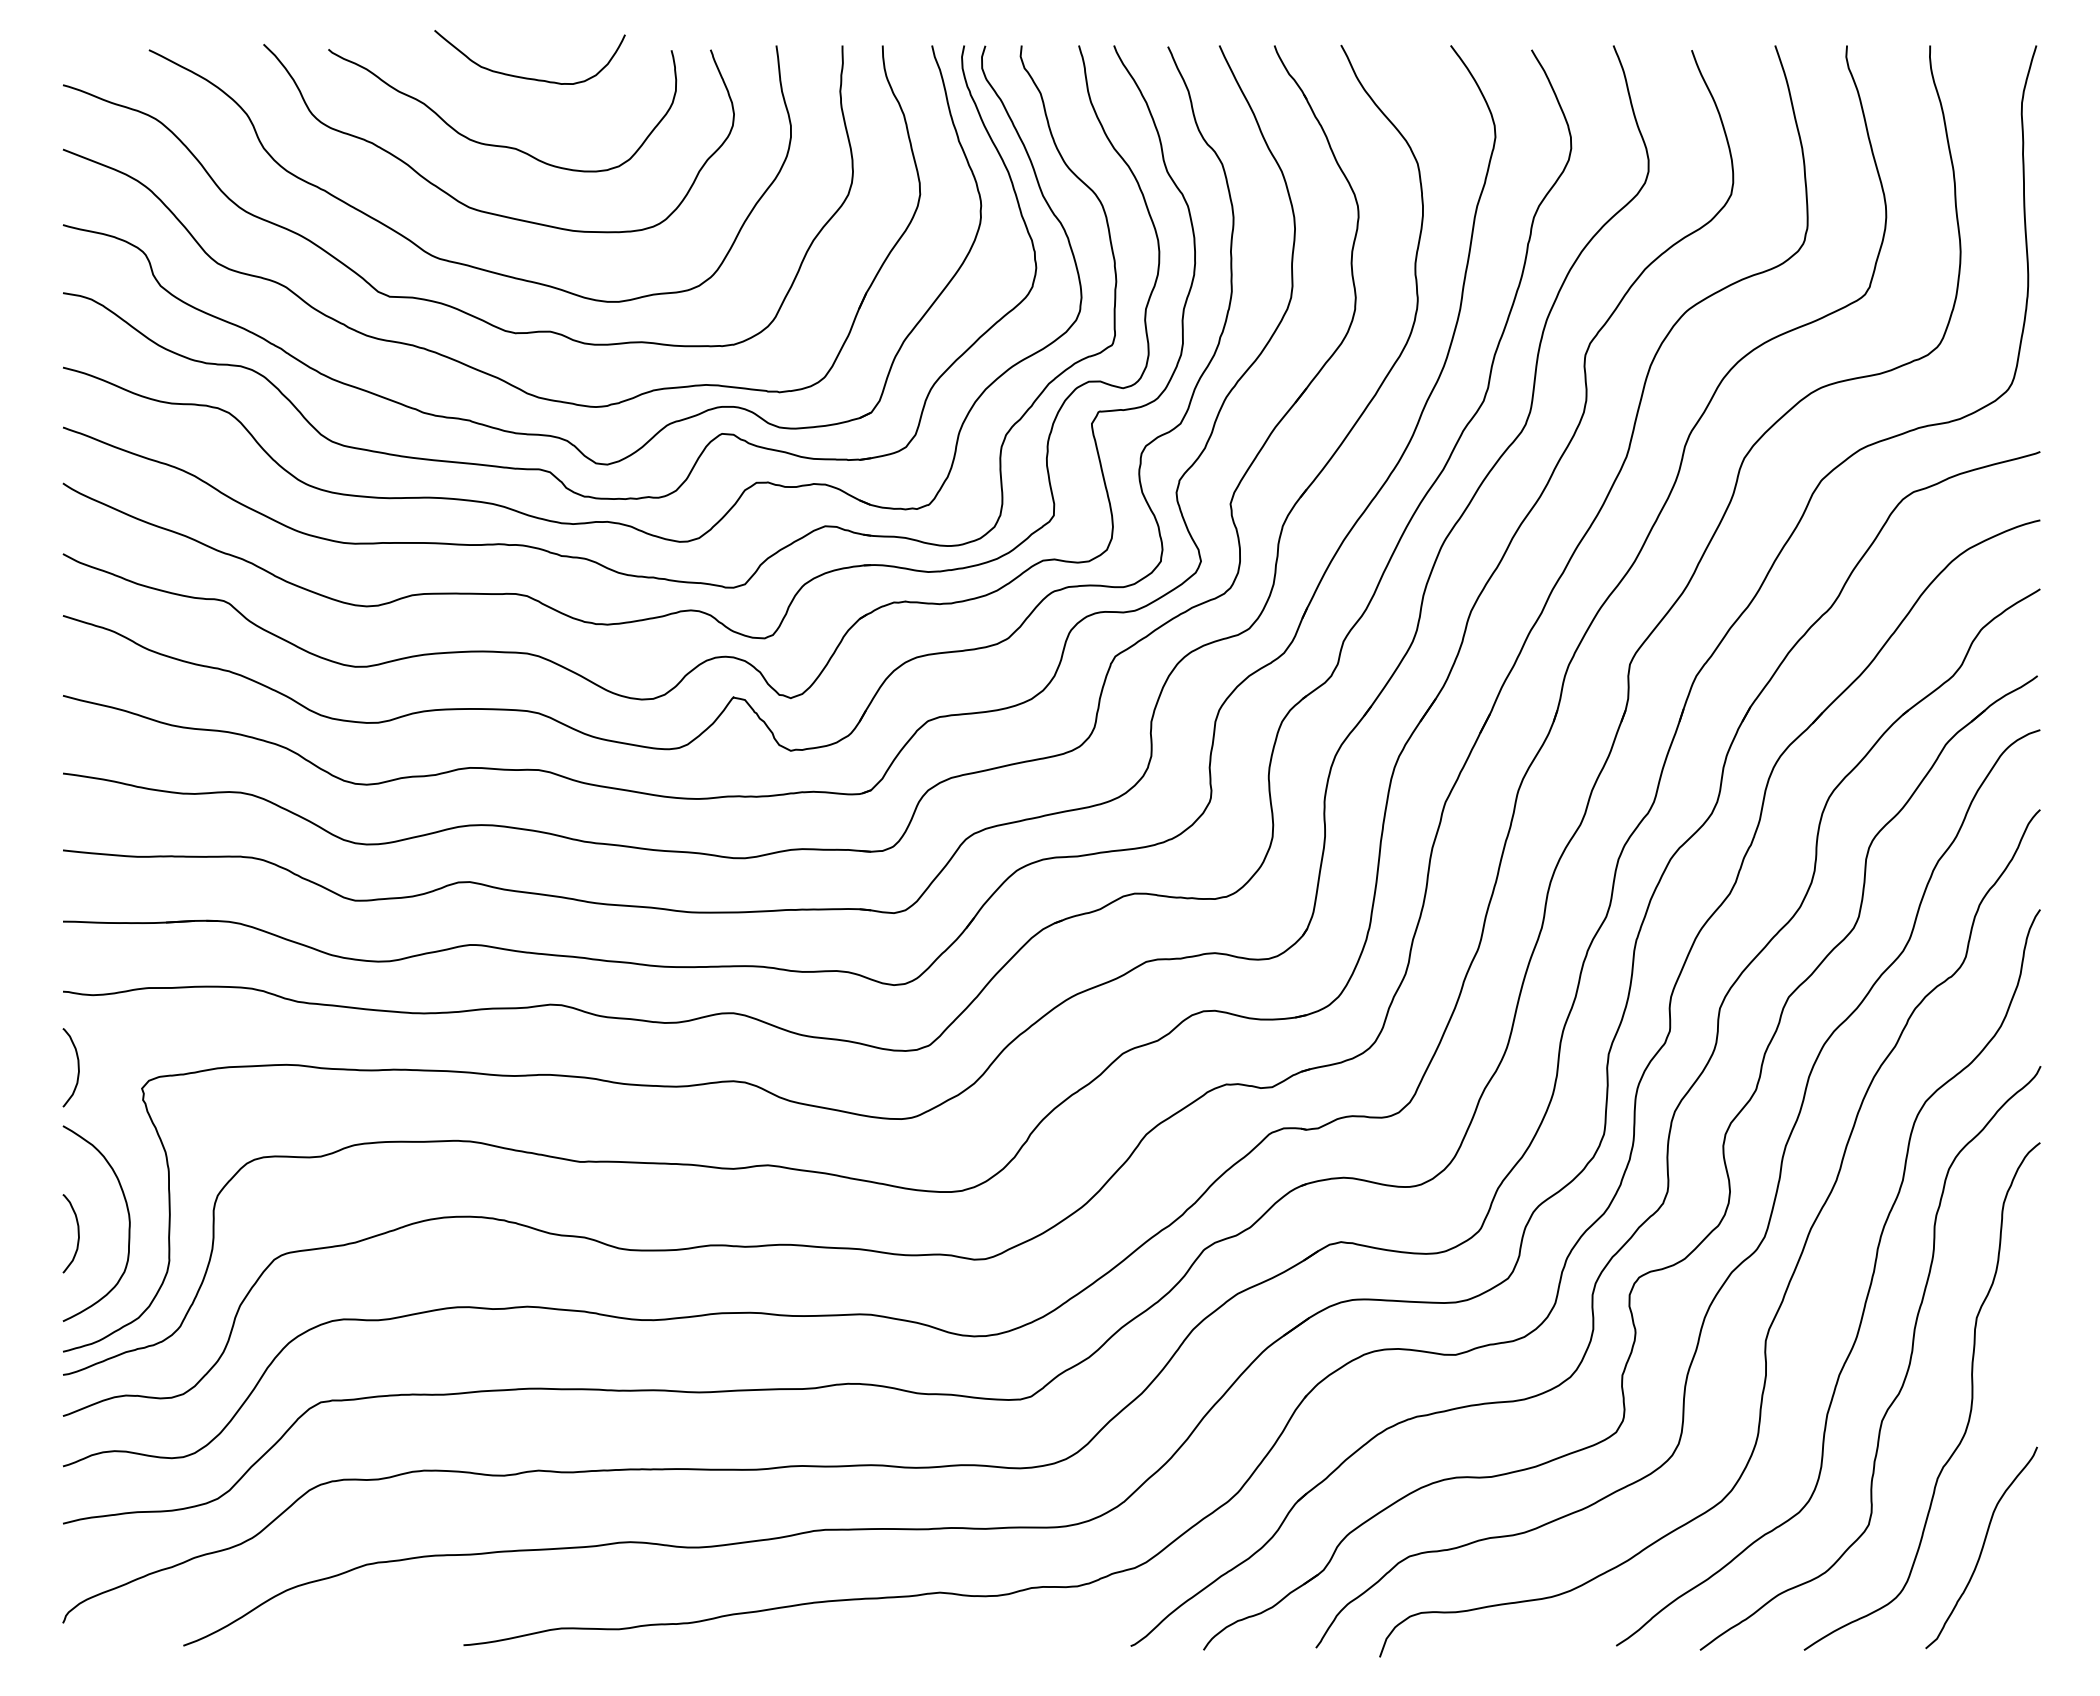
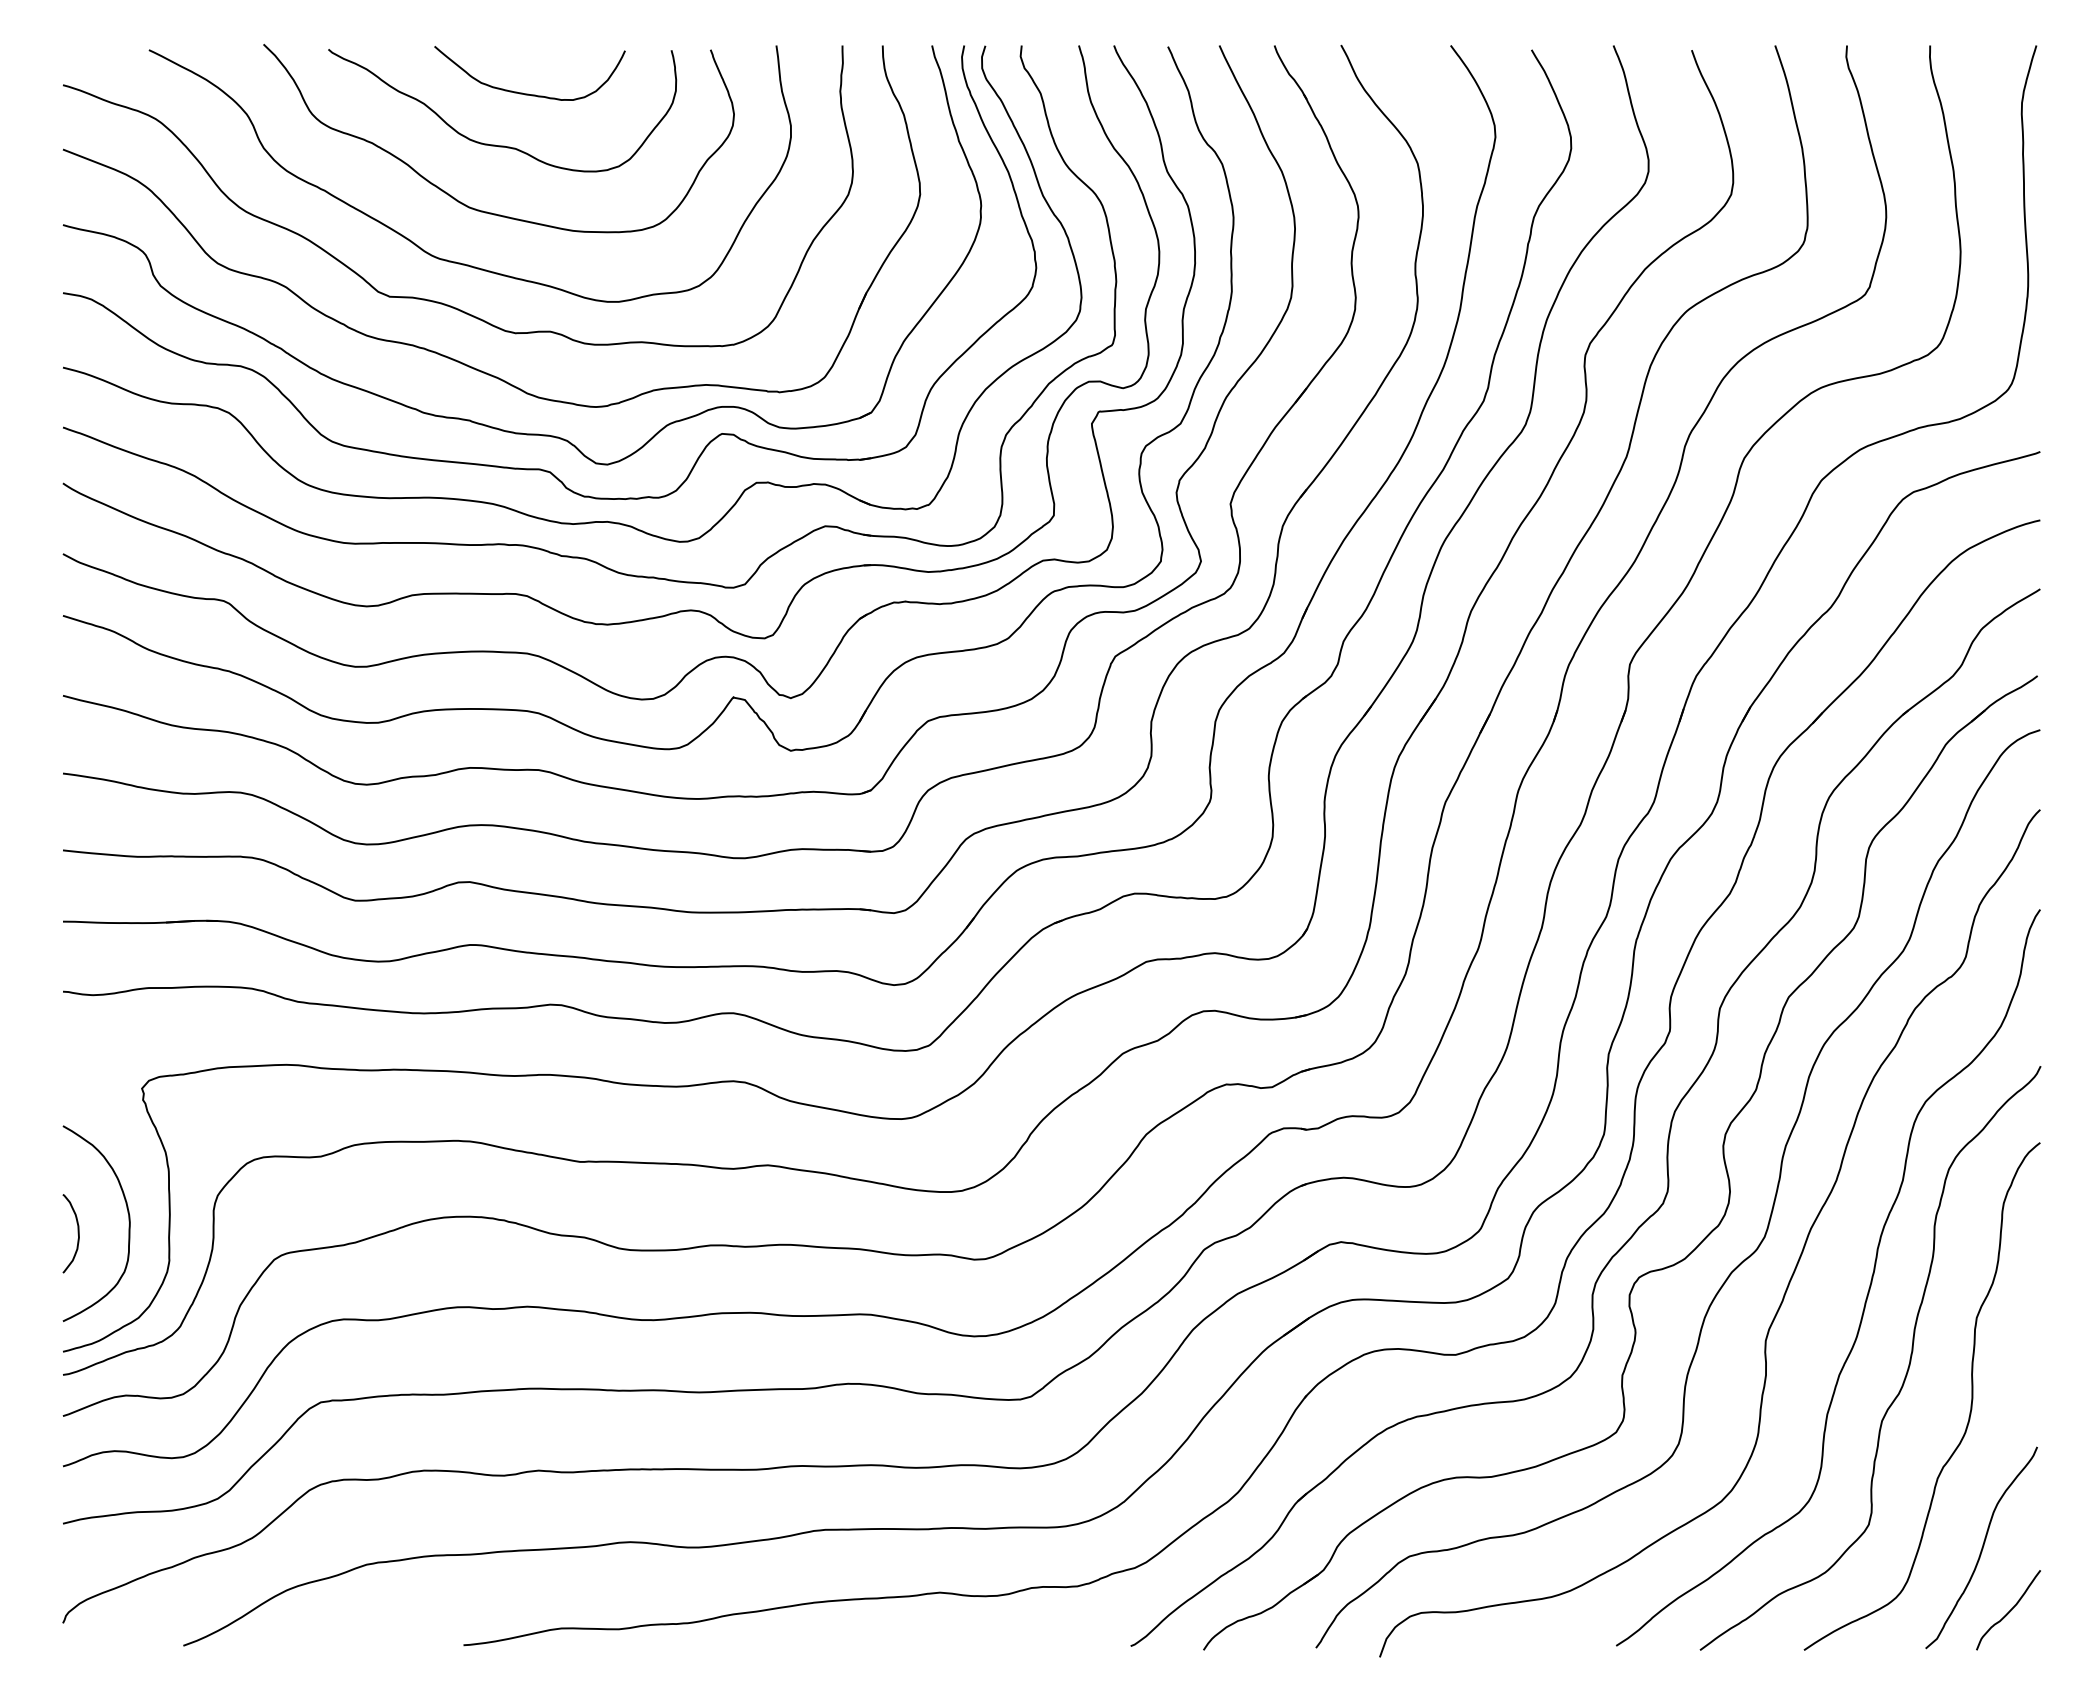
curve at (528, 77) position: (528, 77) -> (528, 93)
curve at (77, 1067): present -> none
curve at (2009, 1610): none -> present
